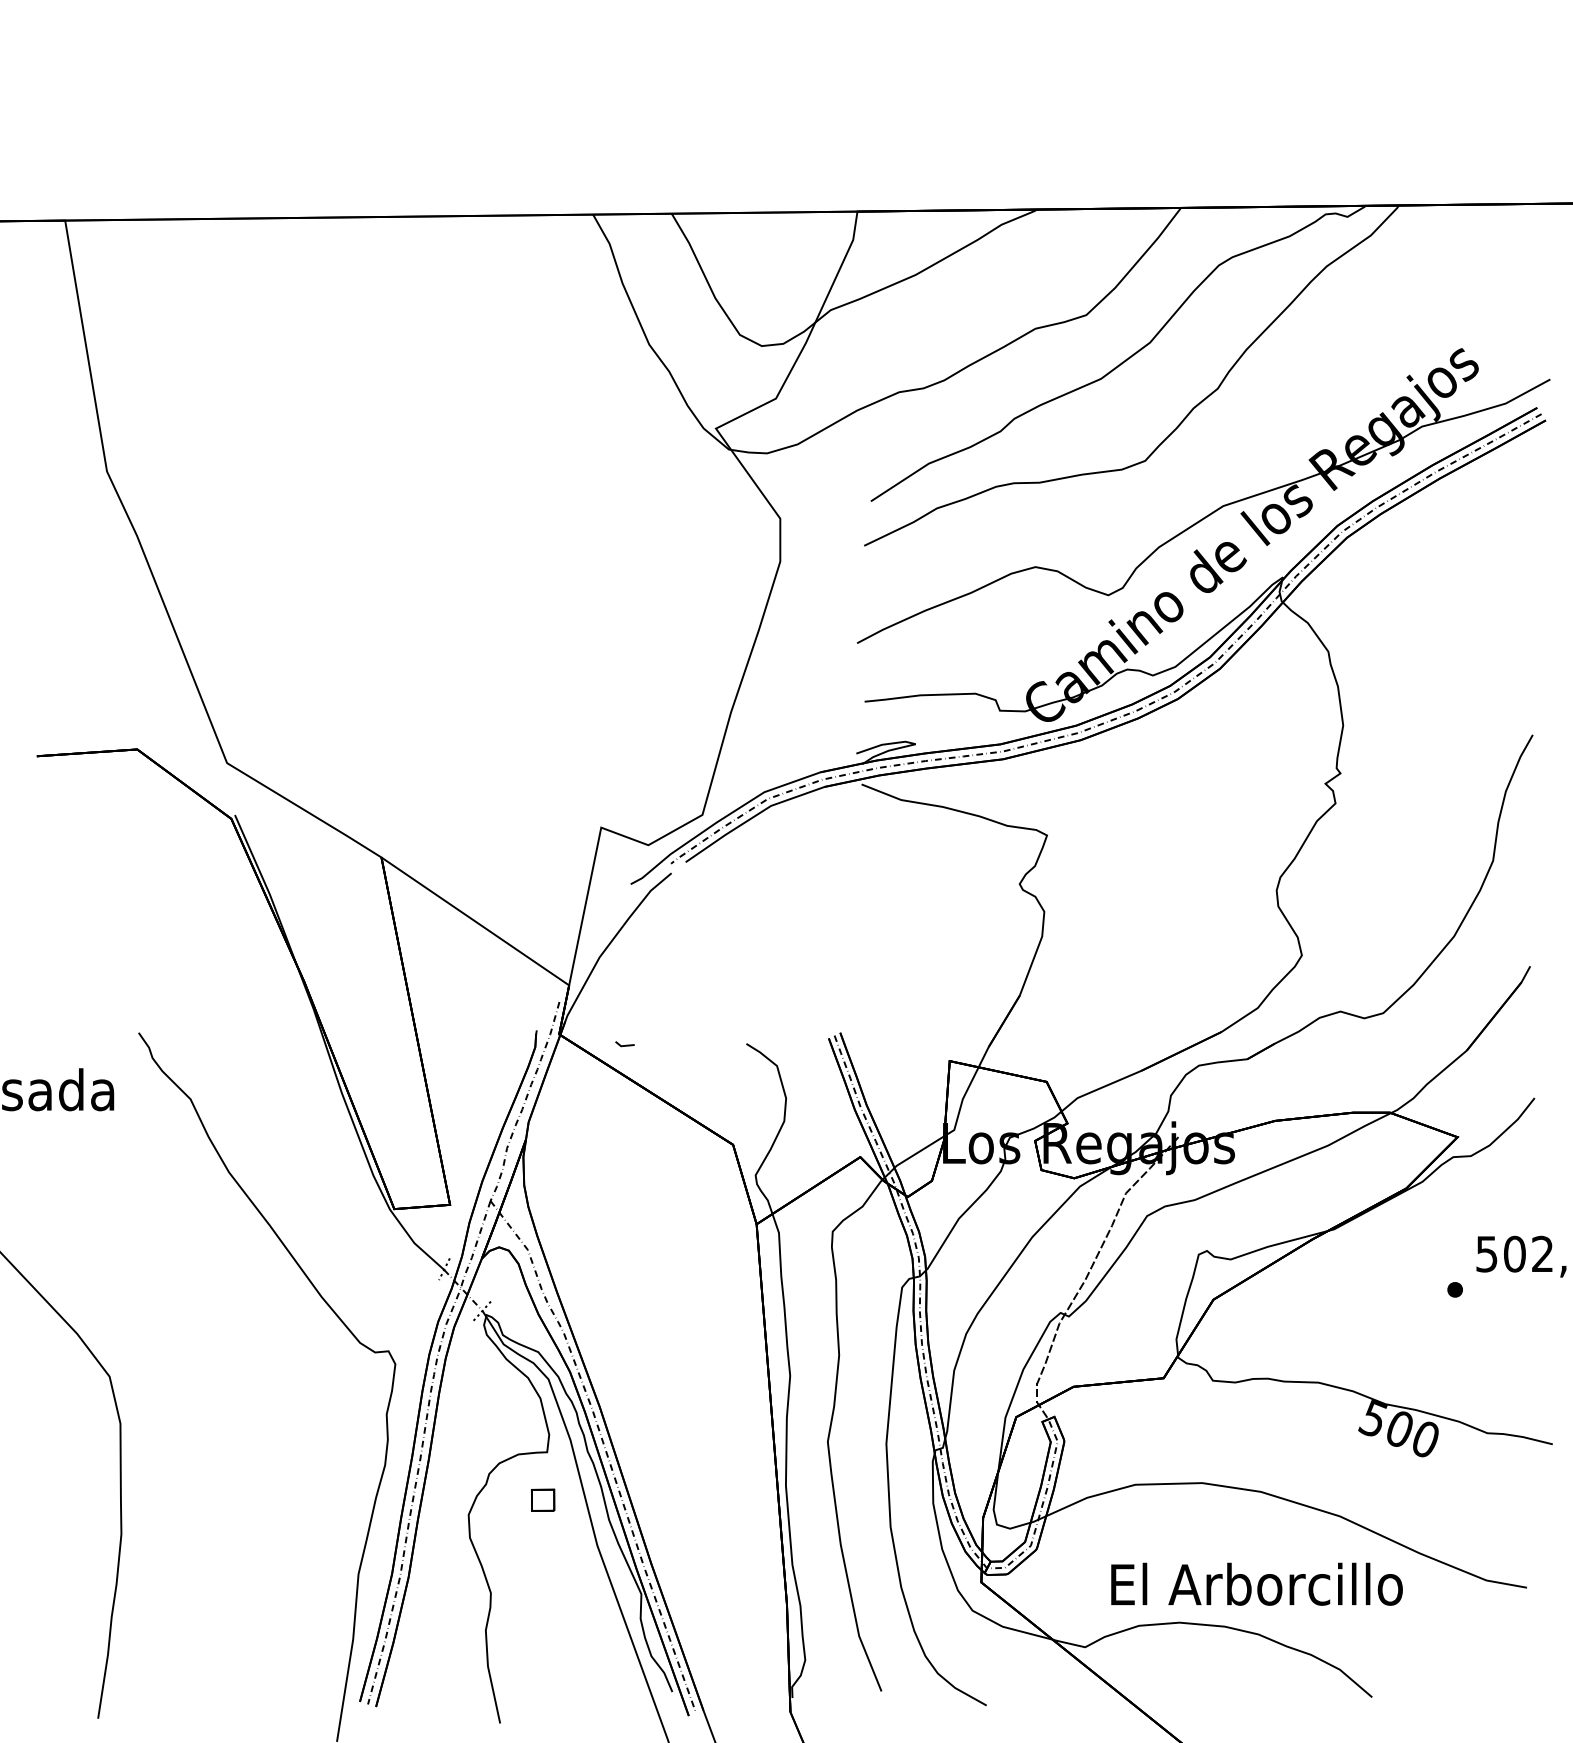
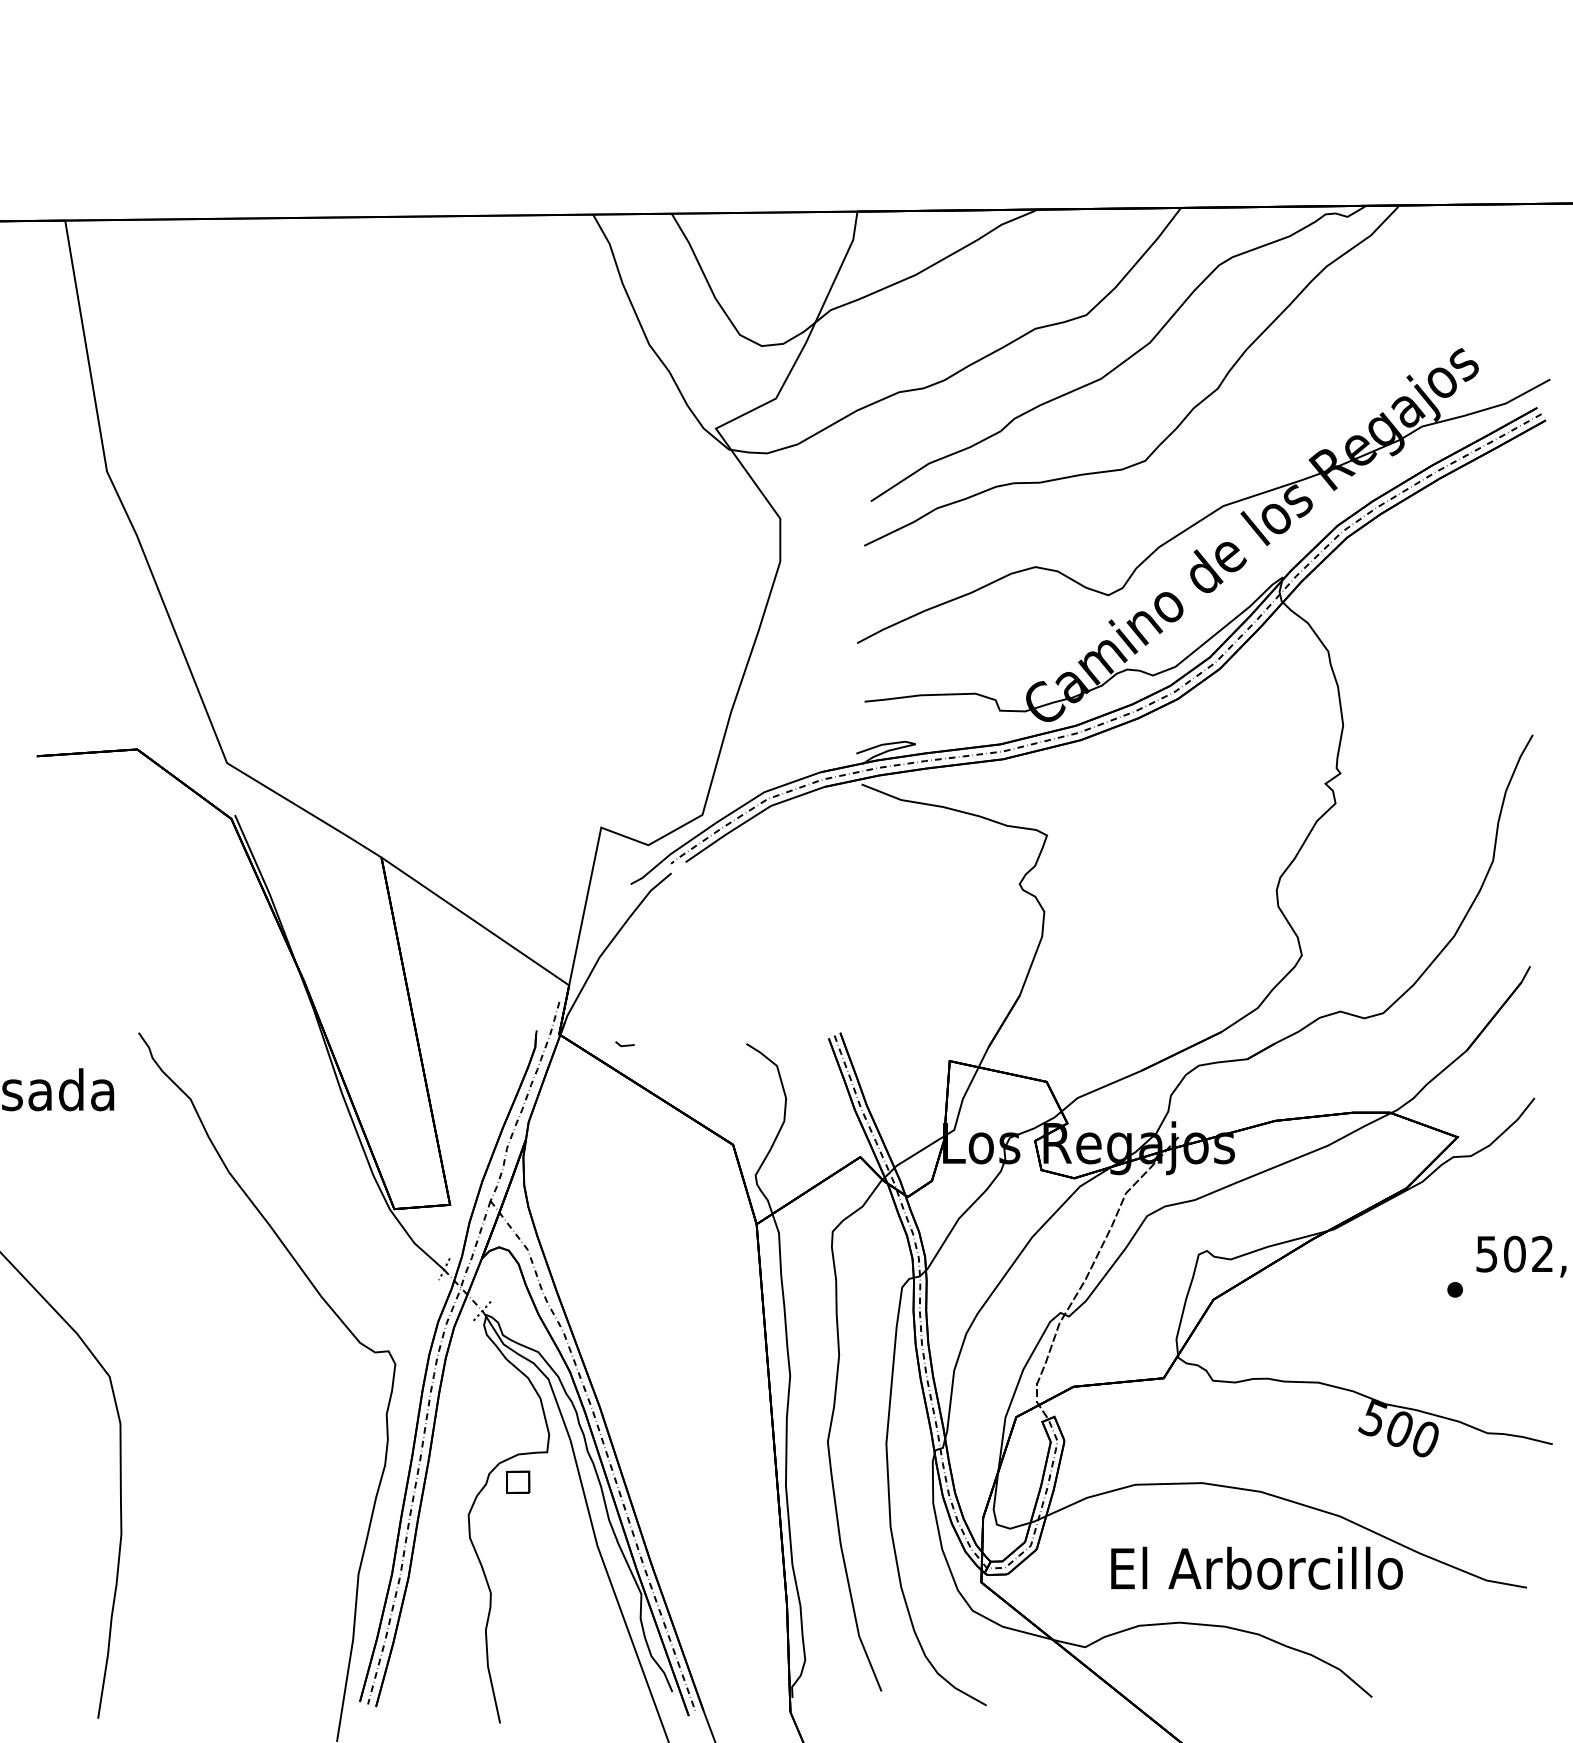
part at (543, 1499) position: (543, 1499) -> (518, 1481)
text at (1256, 1583) position: (1256, 1583) -> (1256, 1567)
